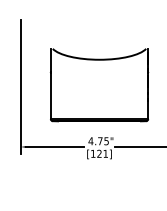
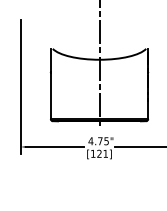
line at (99, 63): none -> present
